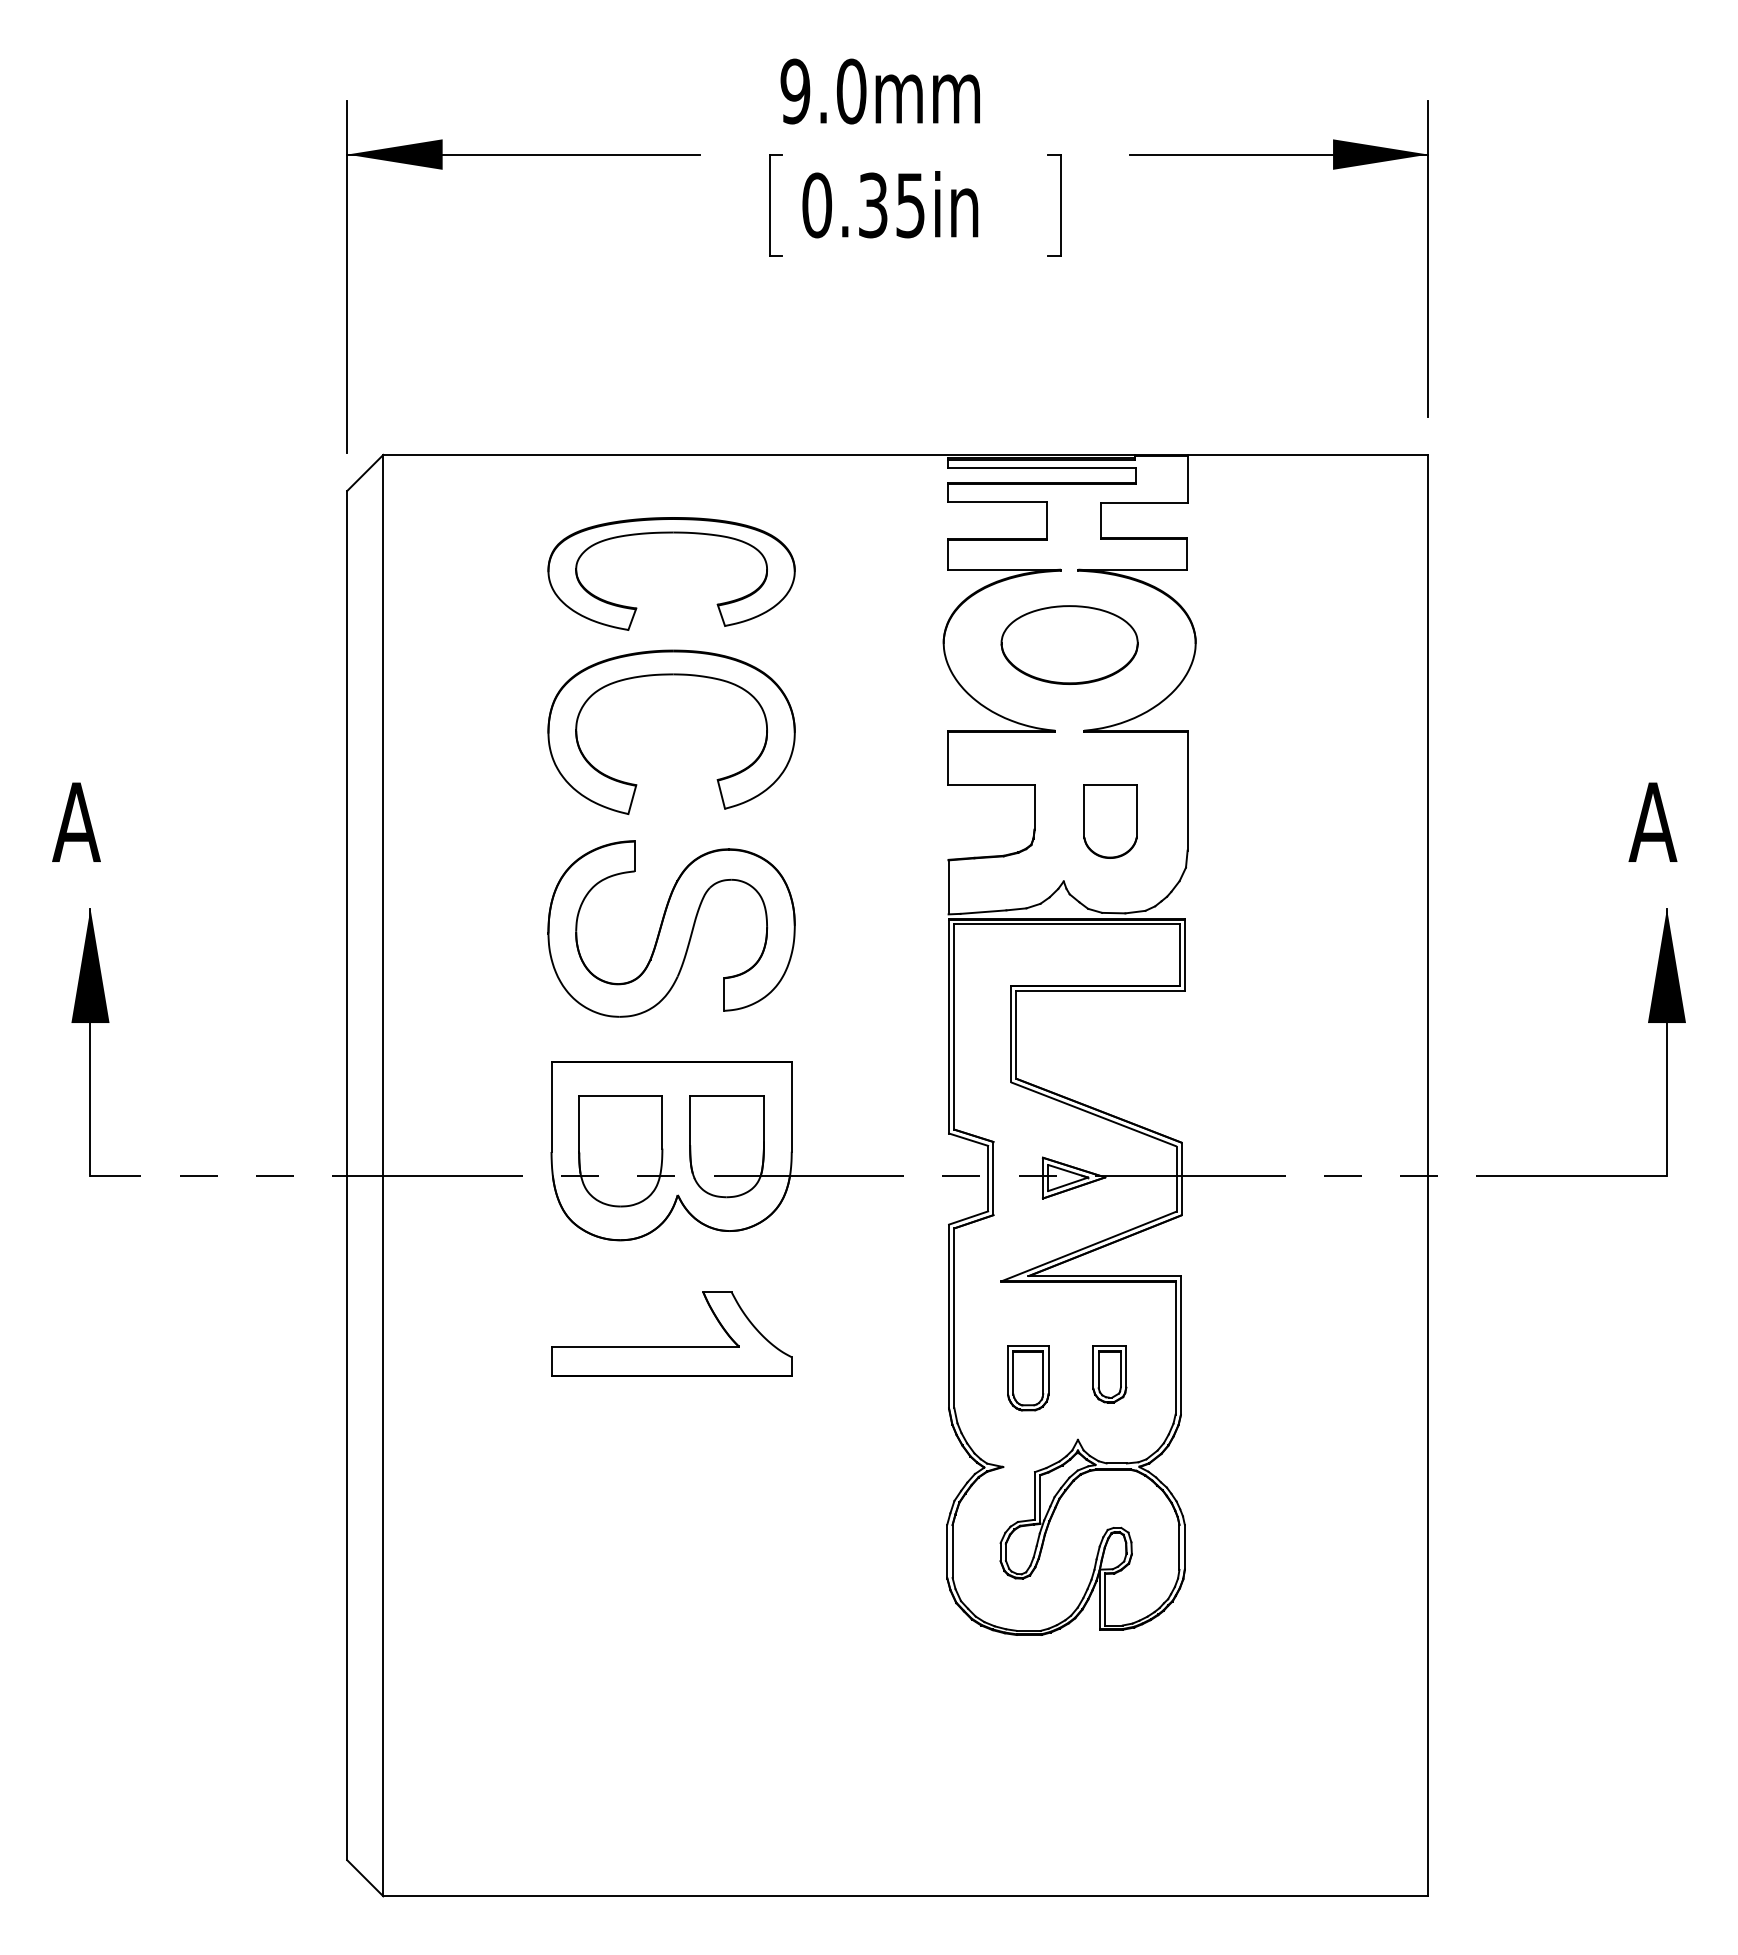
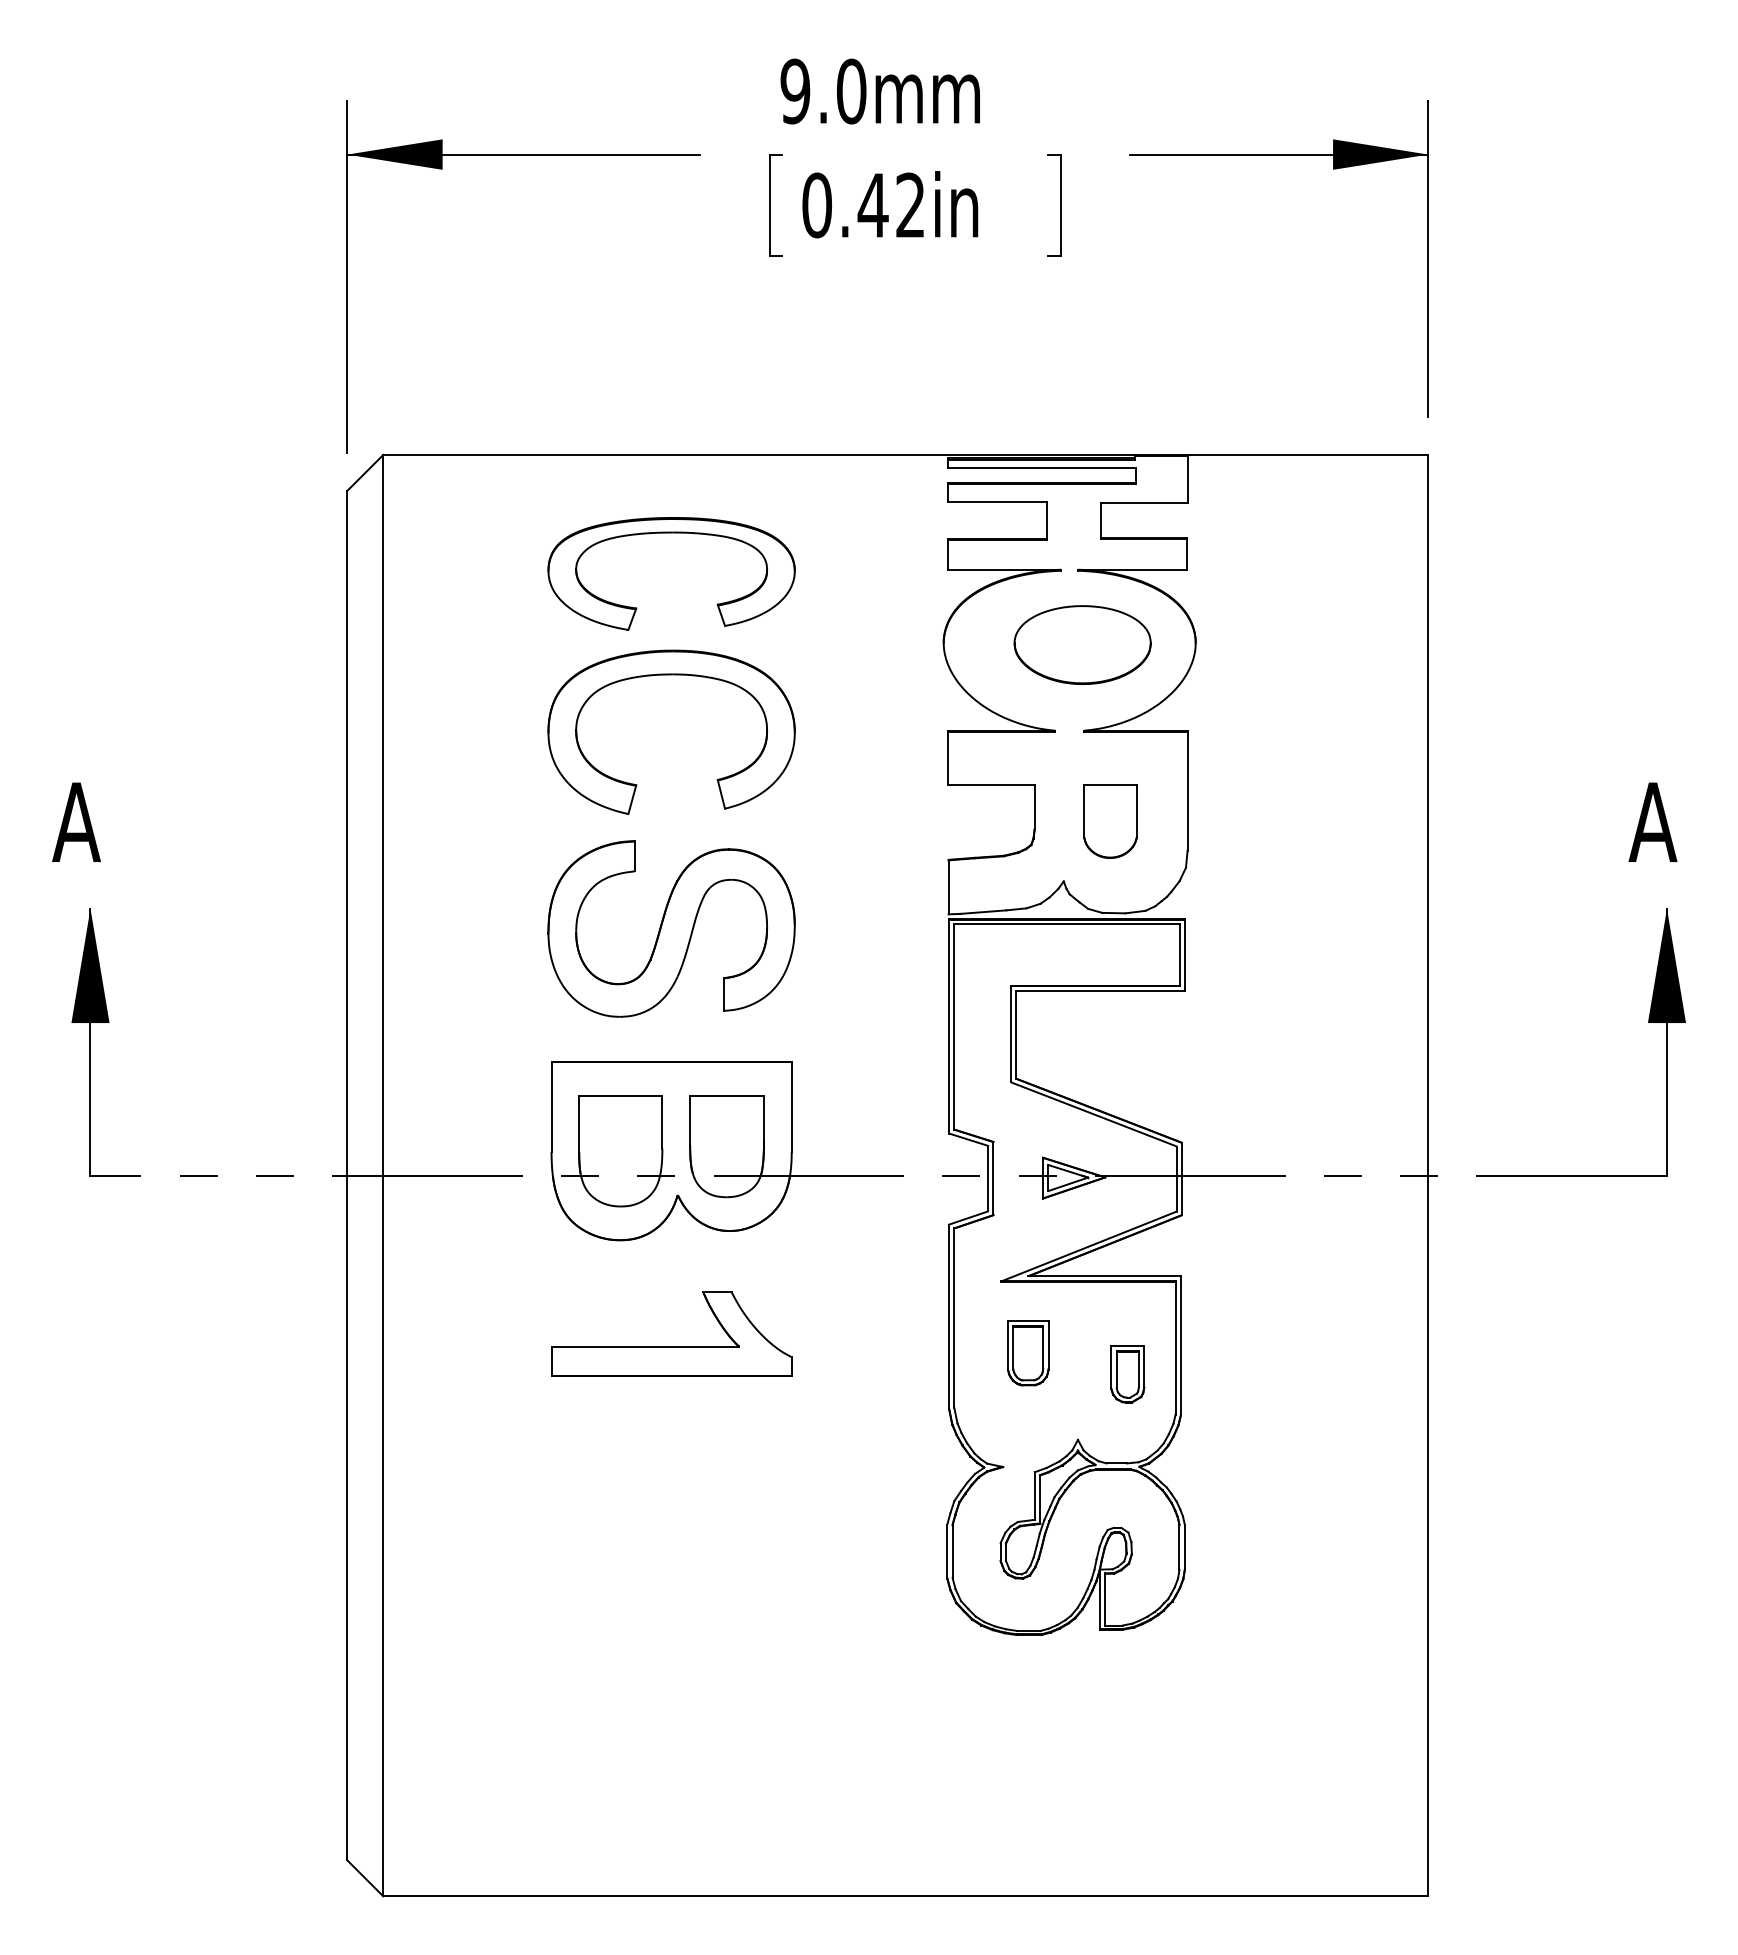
text at (890, 205): 0.35in -> 0.42in
part at (1069, 644) position: (1069, 644) -> (1082, 644)
part at (1109, 1374) position: (1109, 1374) -> (1127, 1374)
part at (1028, 1378) position: (1028, 1378) -> (1028, 1353)
